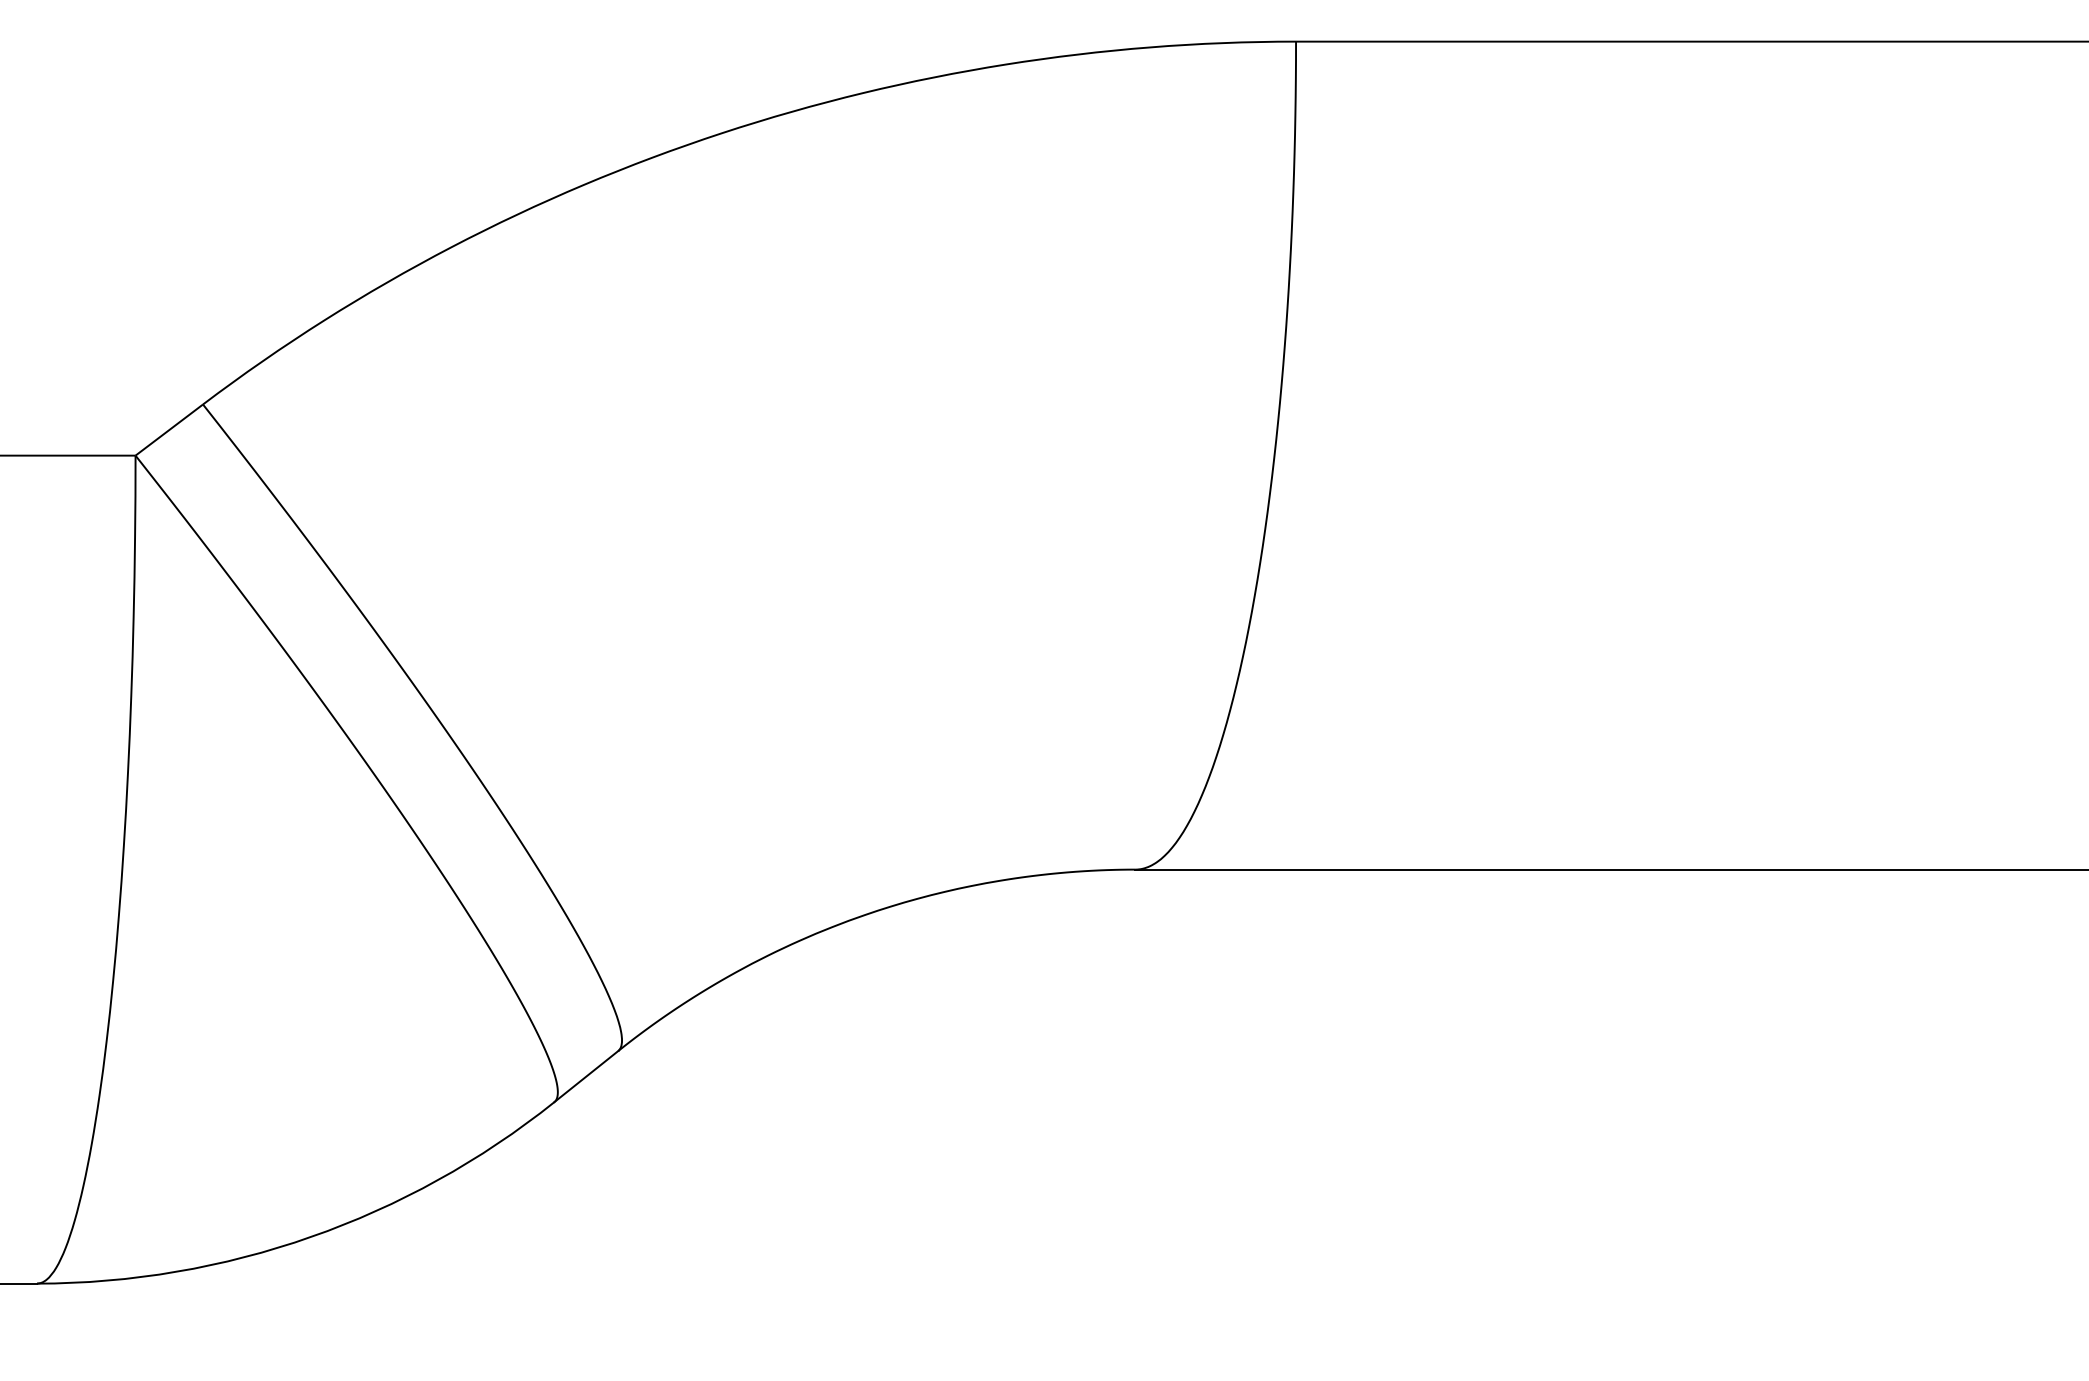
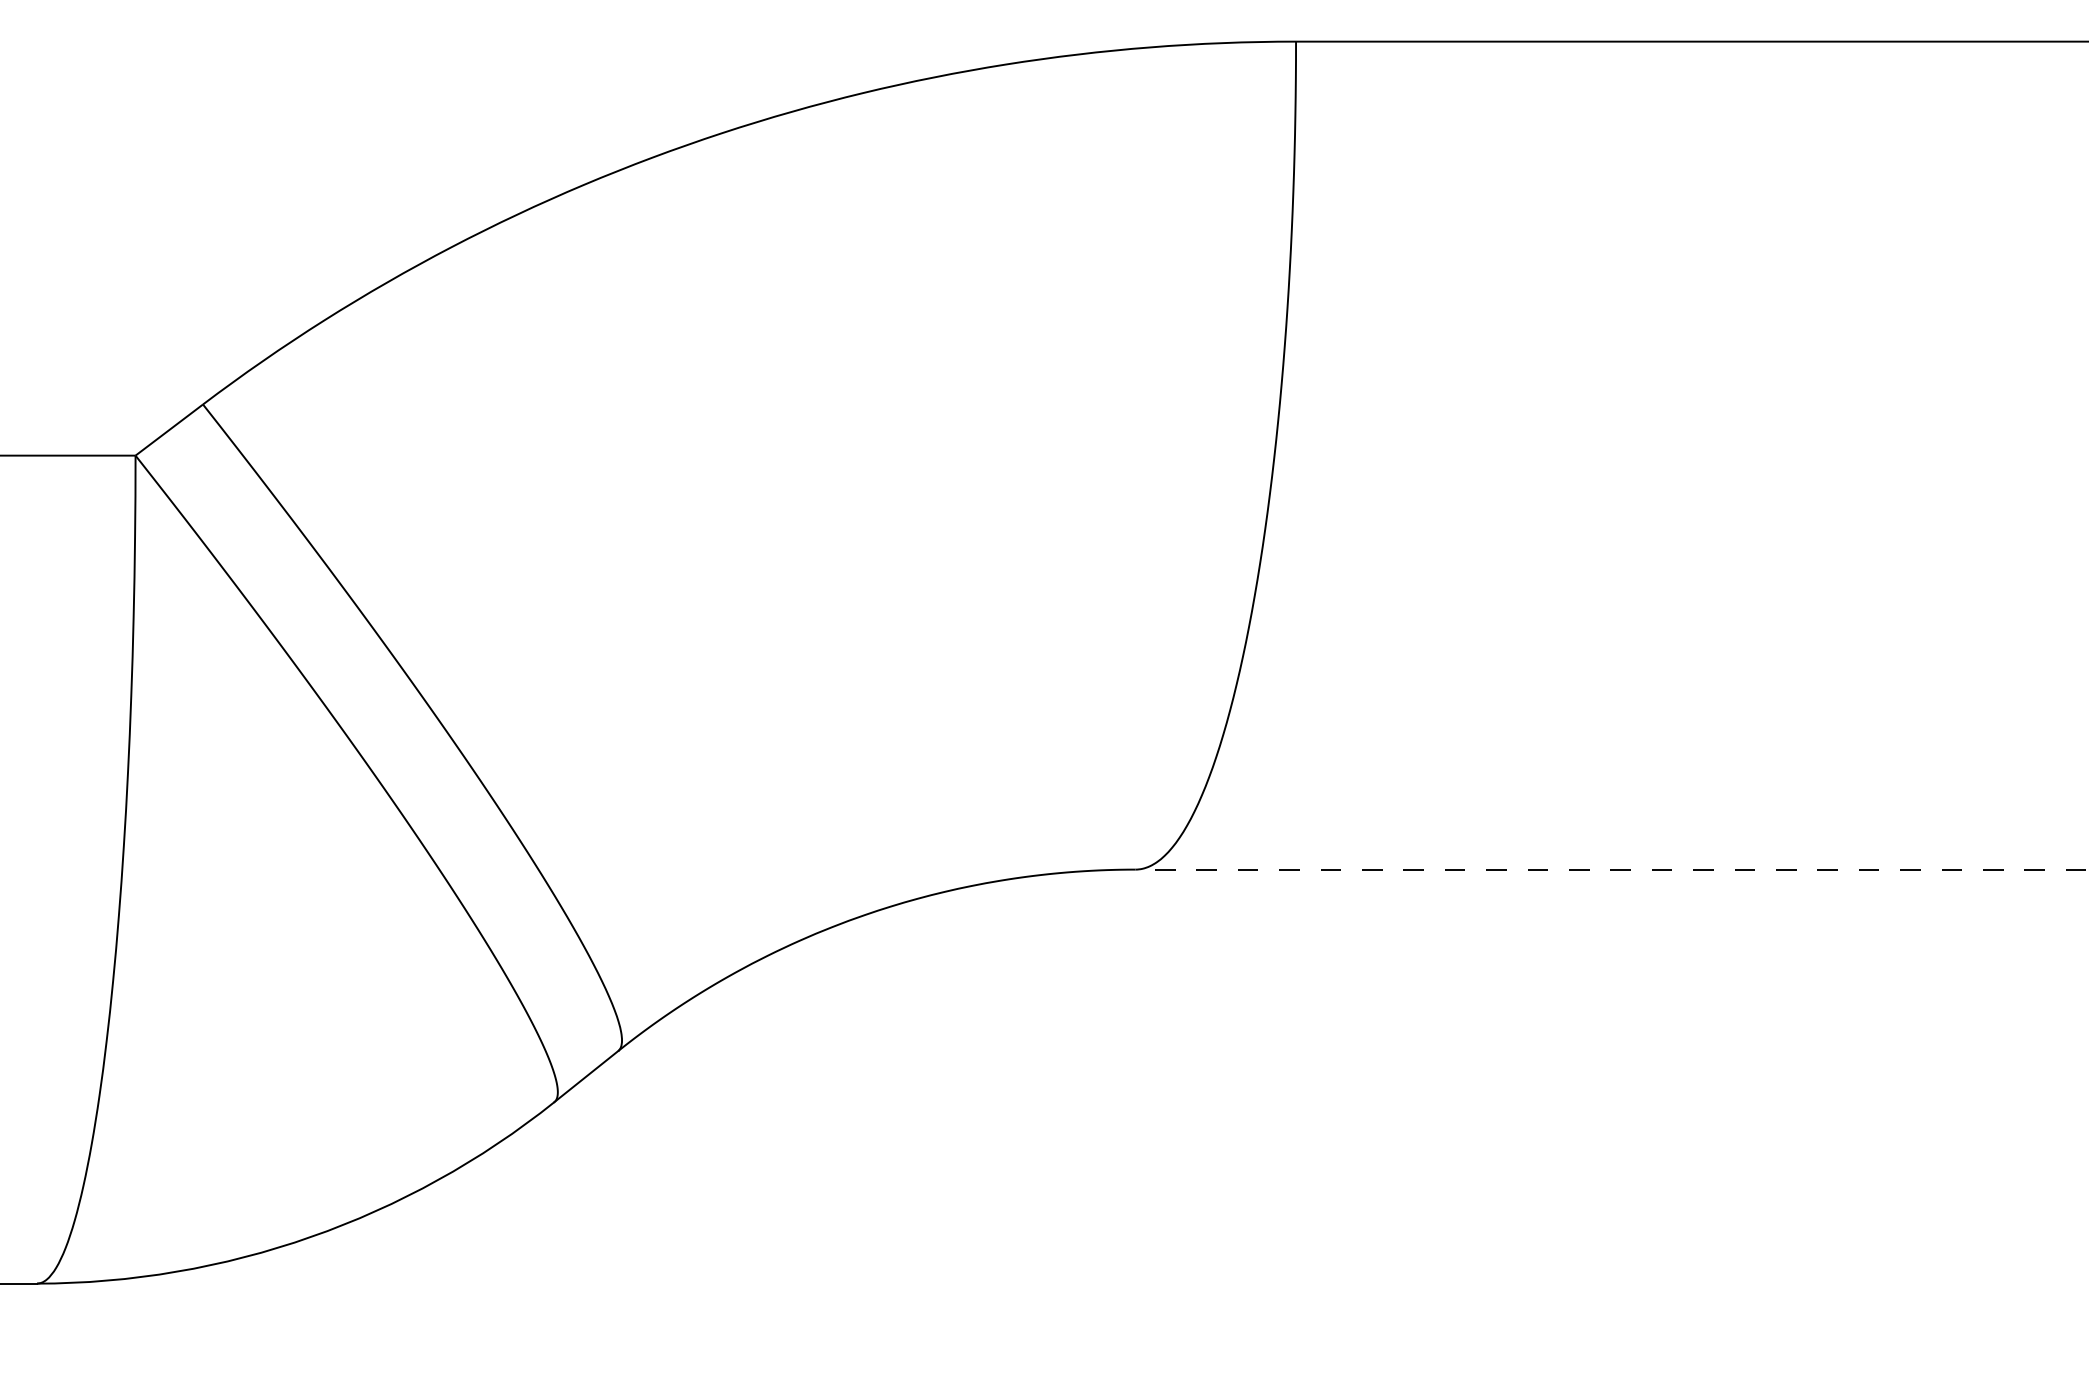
line at (1612, 869): solid -> dashed
